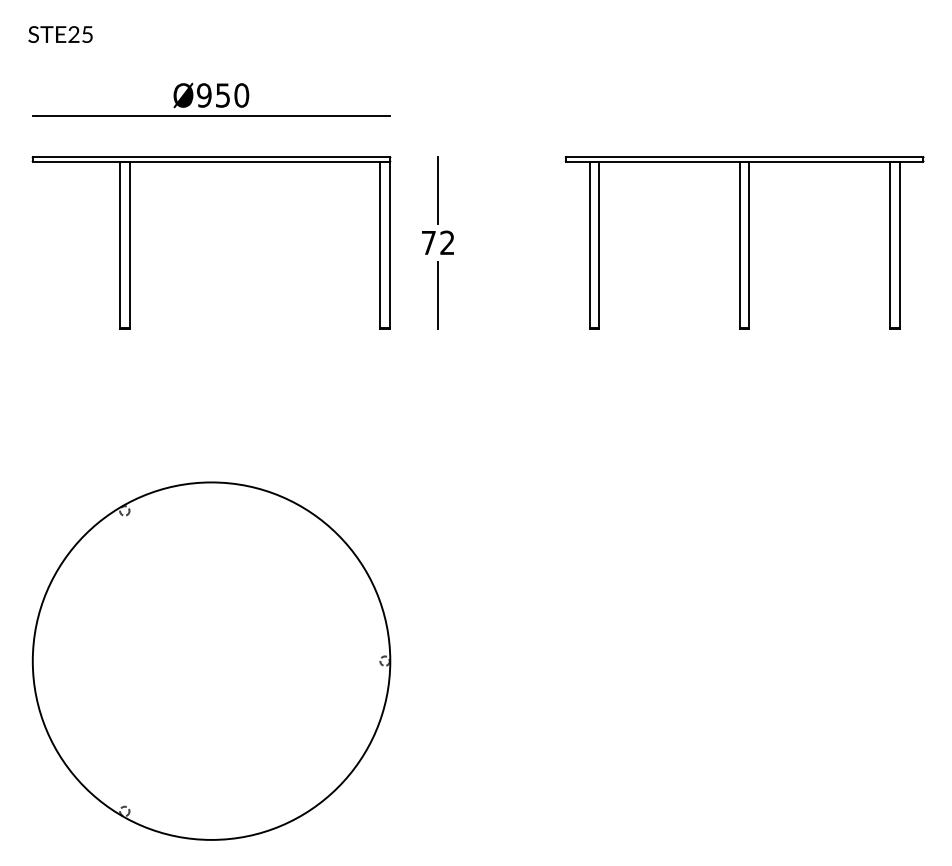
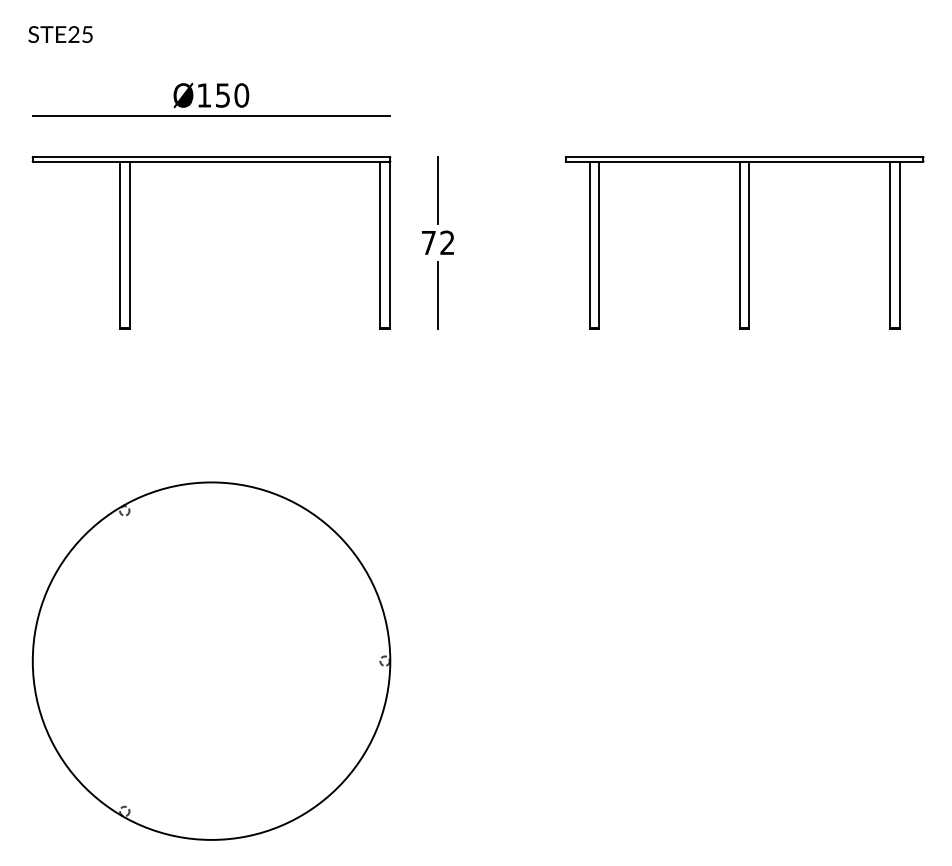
text at (204, 95): Ø950 -> Ø150
